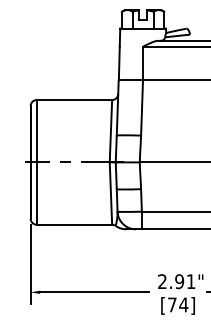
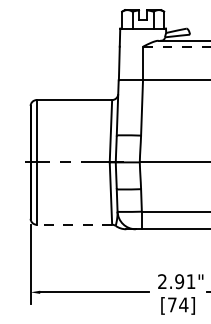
line at (177, 46): solid -> dashed
line at (74, 224): solid -> dashed
